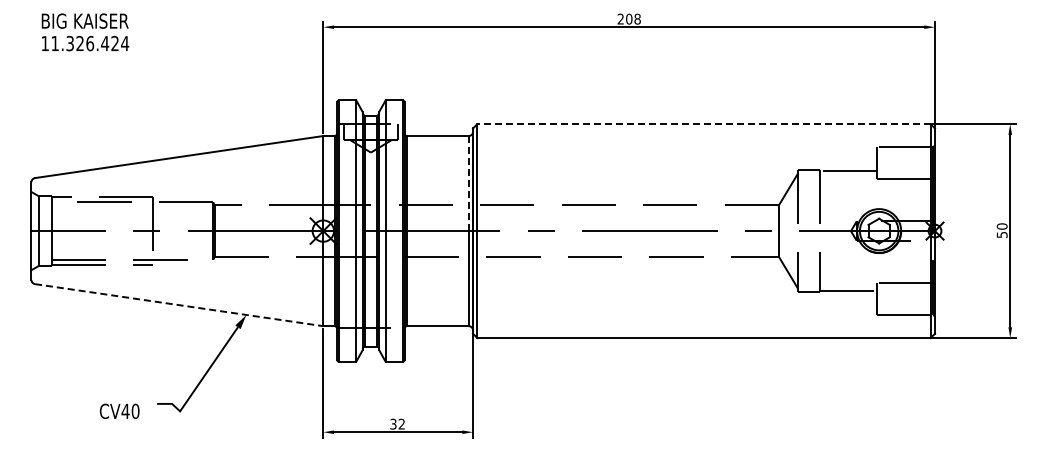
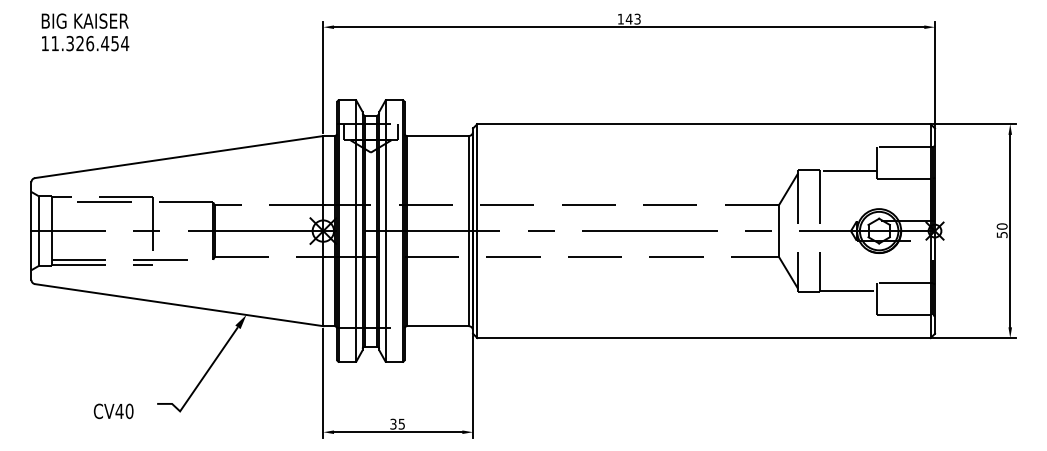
text at (628, 18): 208 -> 143
text at (114, 43): 11.326.424 -> 11.326.454
line at (704, 124): dashed -> solid
line at (468, 183): dashed -> solid
line at (179, 305): dashed -> solid
text at (119, 411) position: (119, 411) -> (113, 411)
text at (401, 423): 32 -> 35
